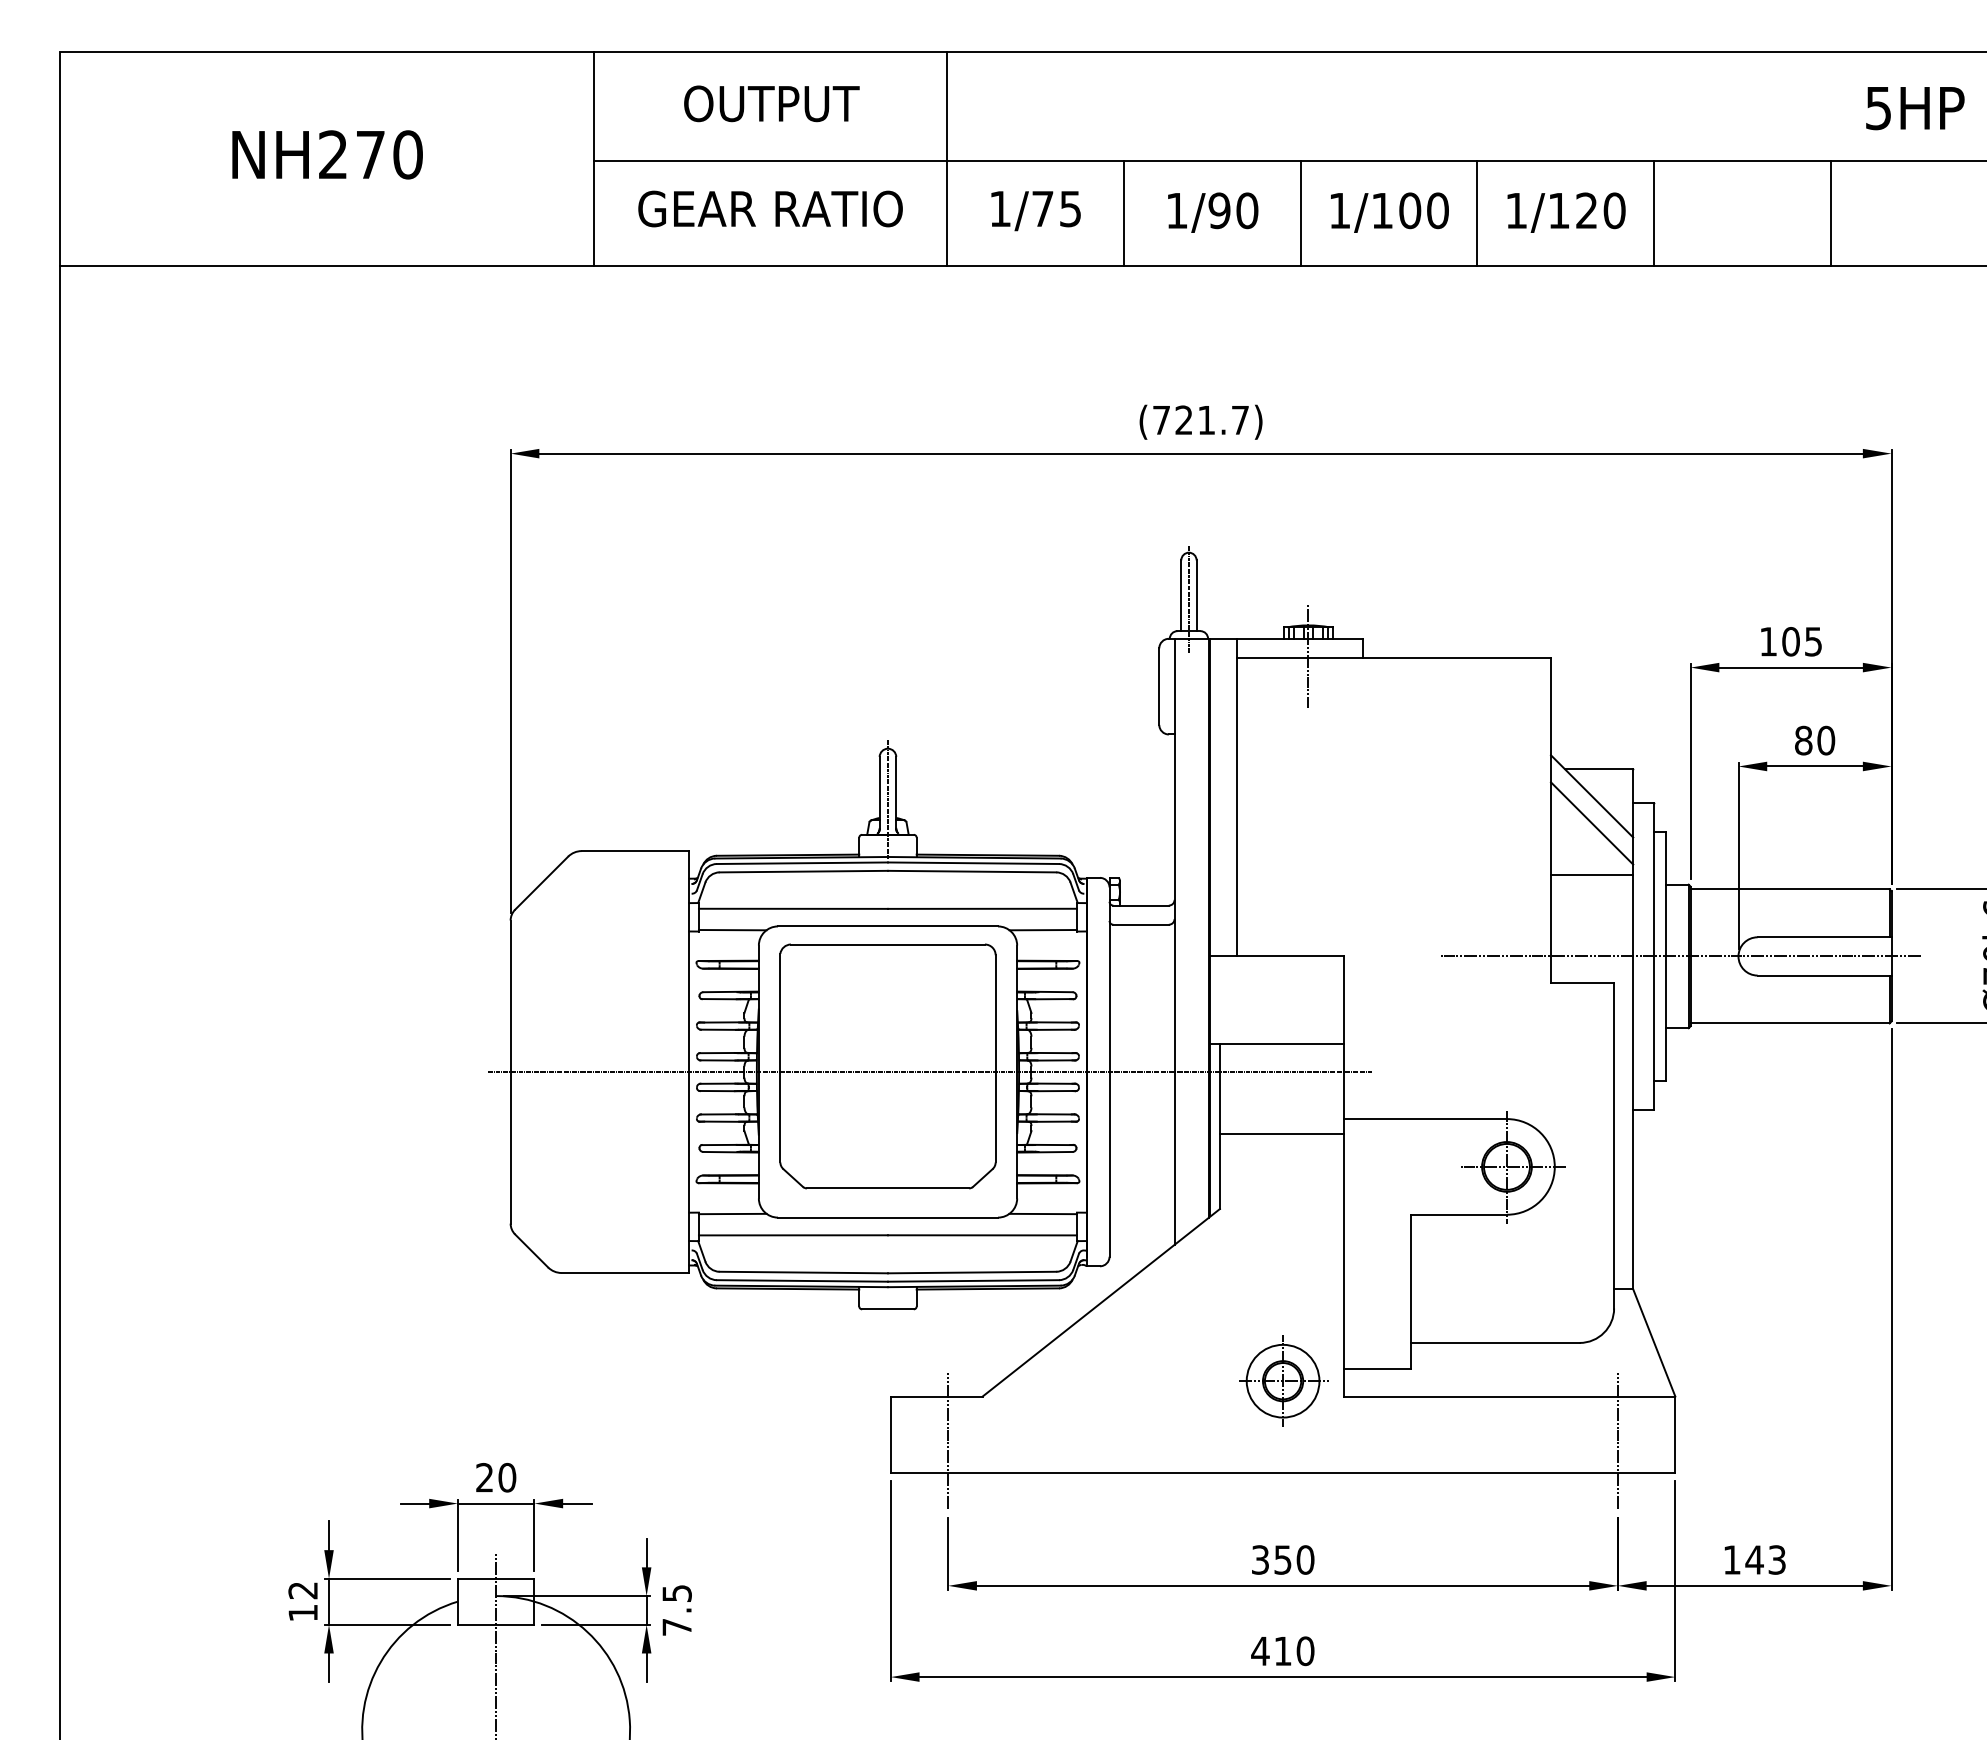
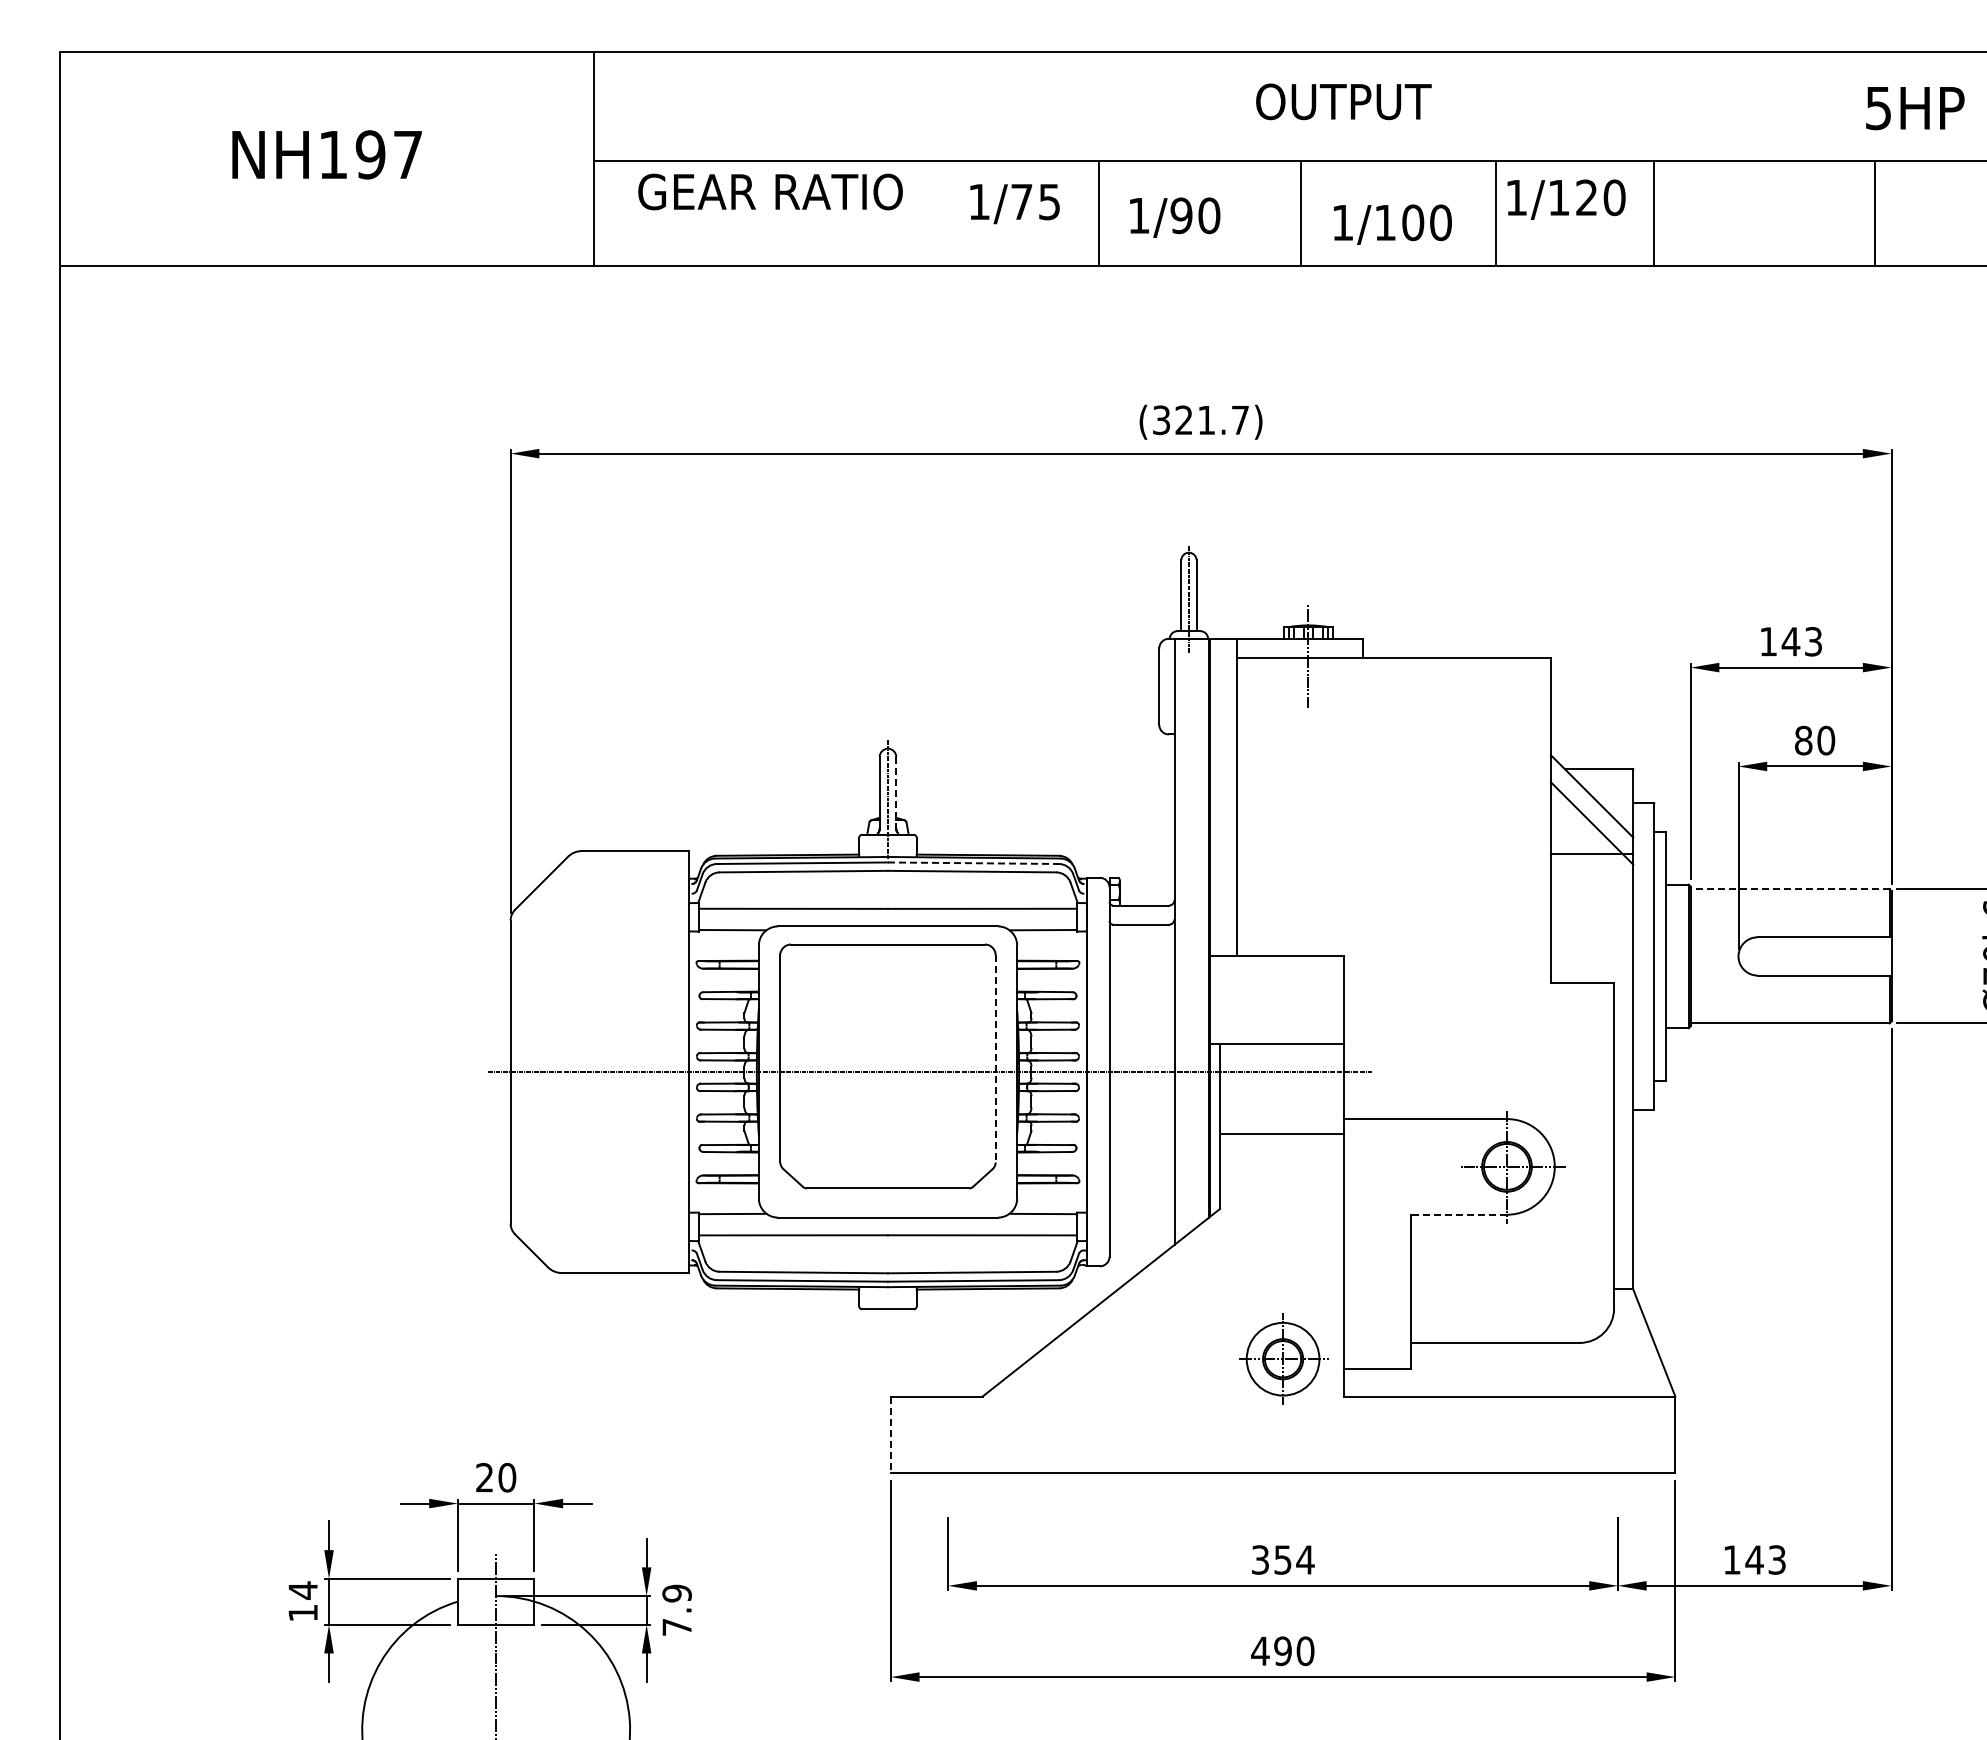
text at (771, 103) position: (771, 103) -> (1343, 101)
text at (370, 154): NH270 -> NH197
line at (947, 159): present -> none
text at (770, 208) position: (770, 208) -> (770, 191)
text at (1035, 211) position: (1035, 211) -> (1014, 204)
text at (1213, 212) position: (1213, 212) -> (1175, 217)
text at (1389, 212) position: (1389, 212) -> (1392, 224)
text at (1566, 212) position: (1566, 212) -> (1566, 199)
line at (1123, 213) position: (1123, 213) -> (1098, 213)
line at (1477, 213) position: (1477, 213) -> (1496, 213)
line at (1830, 213) position: (1830, 213) -> (1874, 213)
text at (1161, 420): (721.7) -> (321.7)
text at (1801, 641): 105 -> 143
line at (896, 792): solid -> dashed
line at (973, 863): solid -> dashed
line at (1591, 874) position: (1591, 874) -> (1591, 853)
line at (1789, 889): solid -> dashed
line at (1679, 956): present -> none
line at (995, 1058): solid -> dashed
line at (1458, 1214): solid -> dashed
part at (1283, 1380) position: (1283, 1380) -> (1283, 1358)
line at (890, 1435): solid -> dashed
line at (948, 1441): present -> none
line at (1617, 1441): present -> none
text at (1305, 1559): 350 -> 354
text at (302, 1590): 12 -> 14
text at (676, 1593): 7.5 -> 7.9
text at (1282, 1651): 410 -> 490
